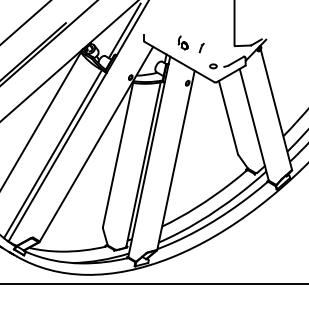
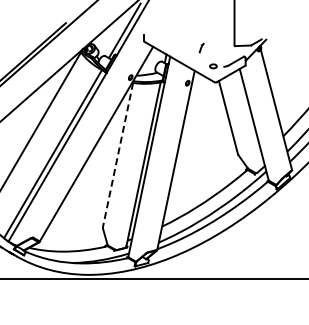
line at (25, 22): present -> none
part at (182, 42): present -> none
line at (118, 154): solid -> dashed
line at (153, 283) position: (153, 283) -> (153, 278)
